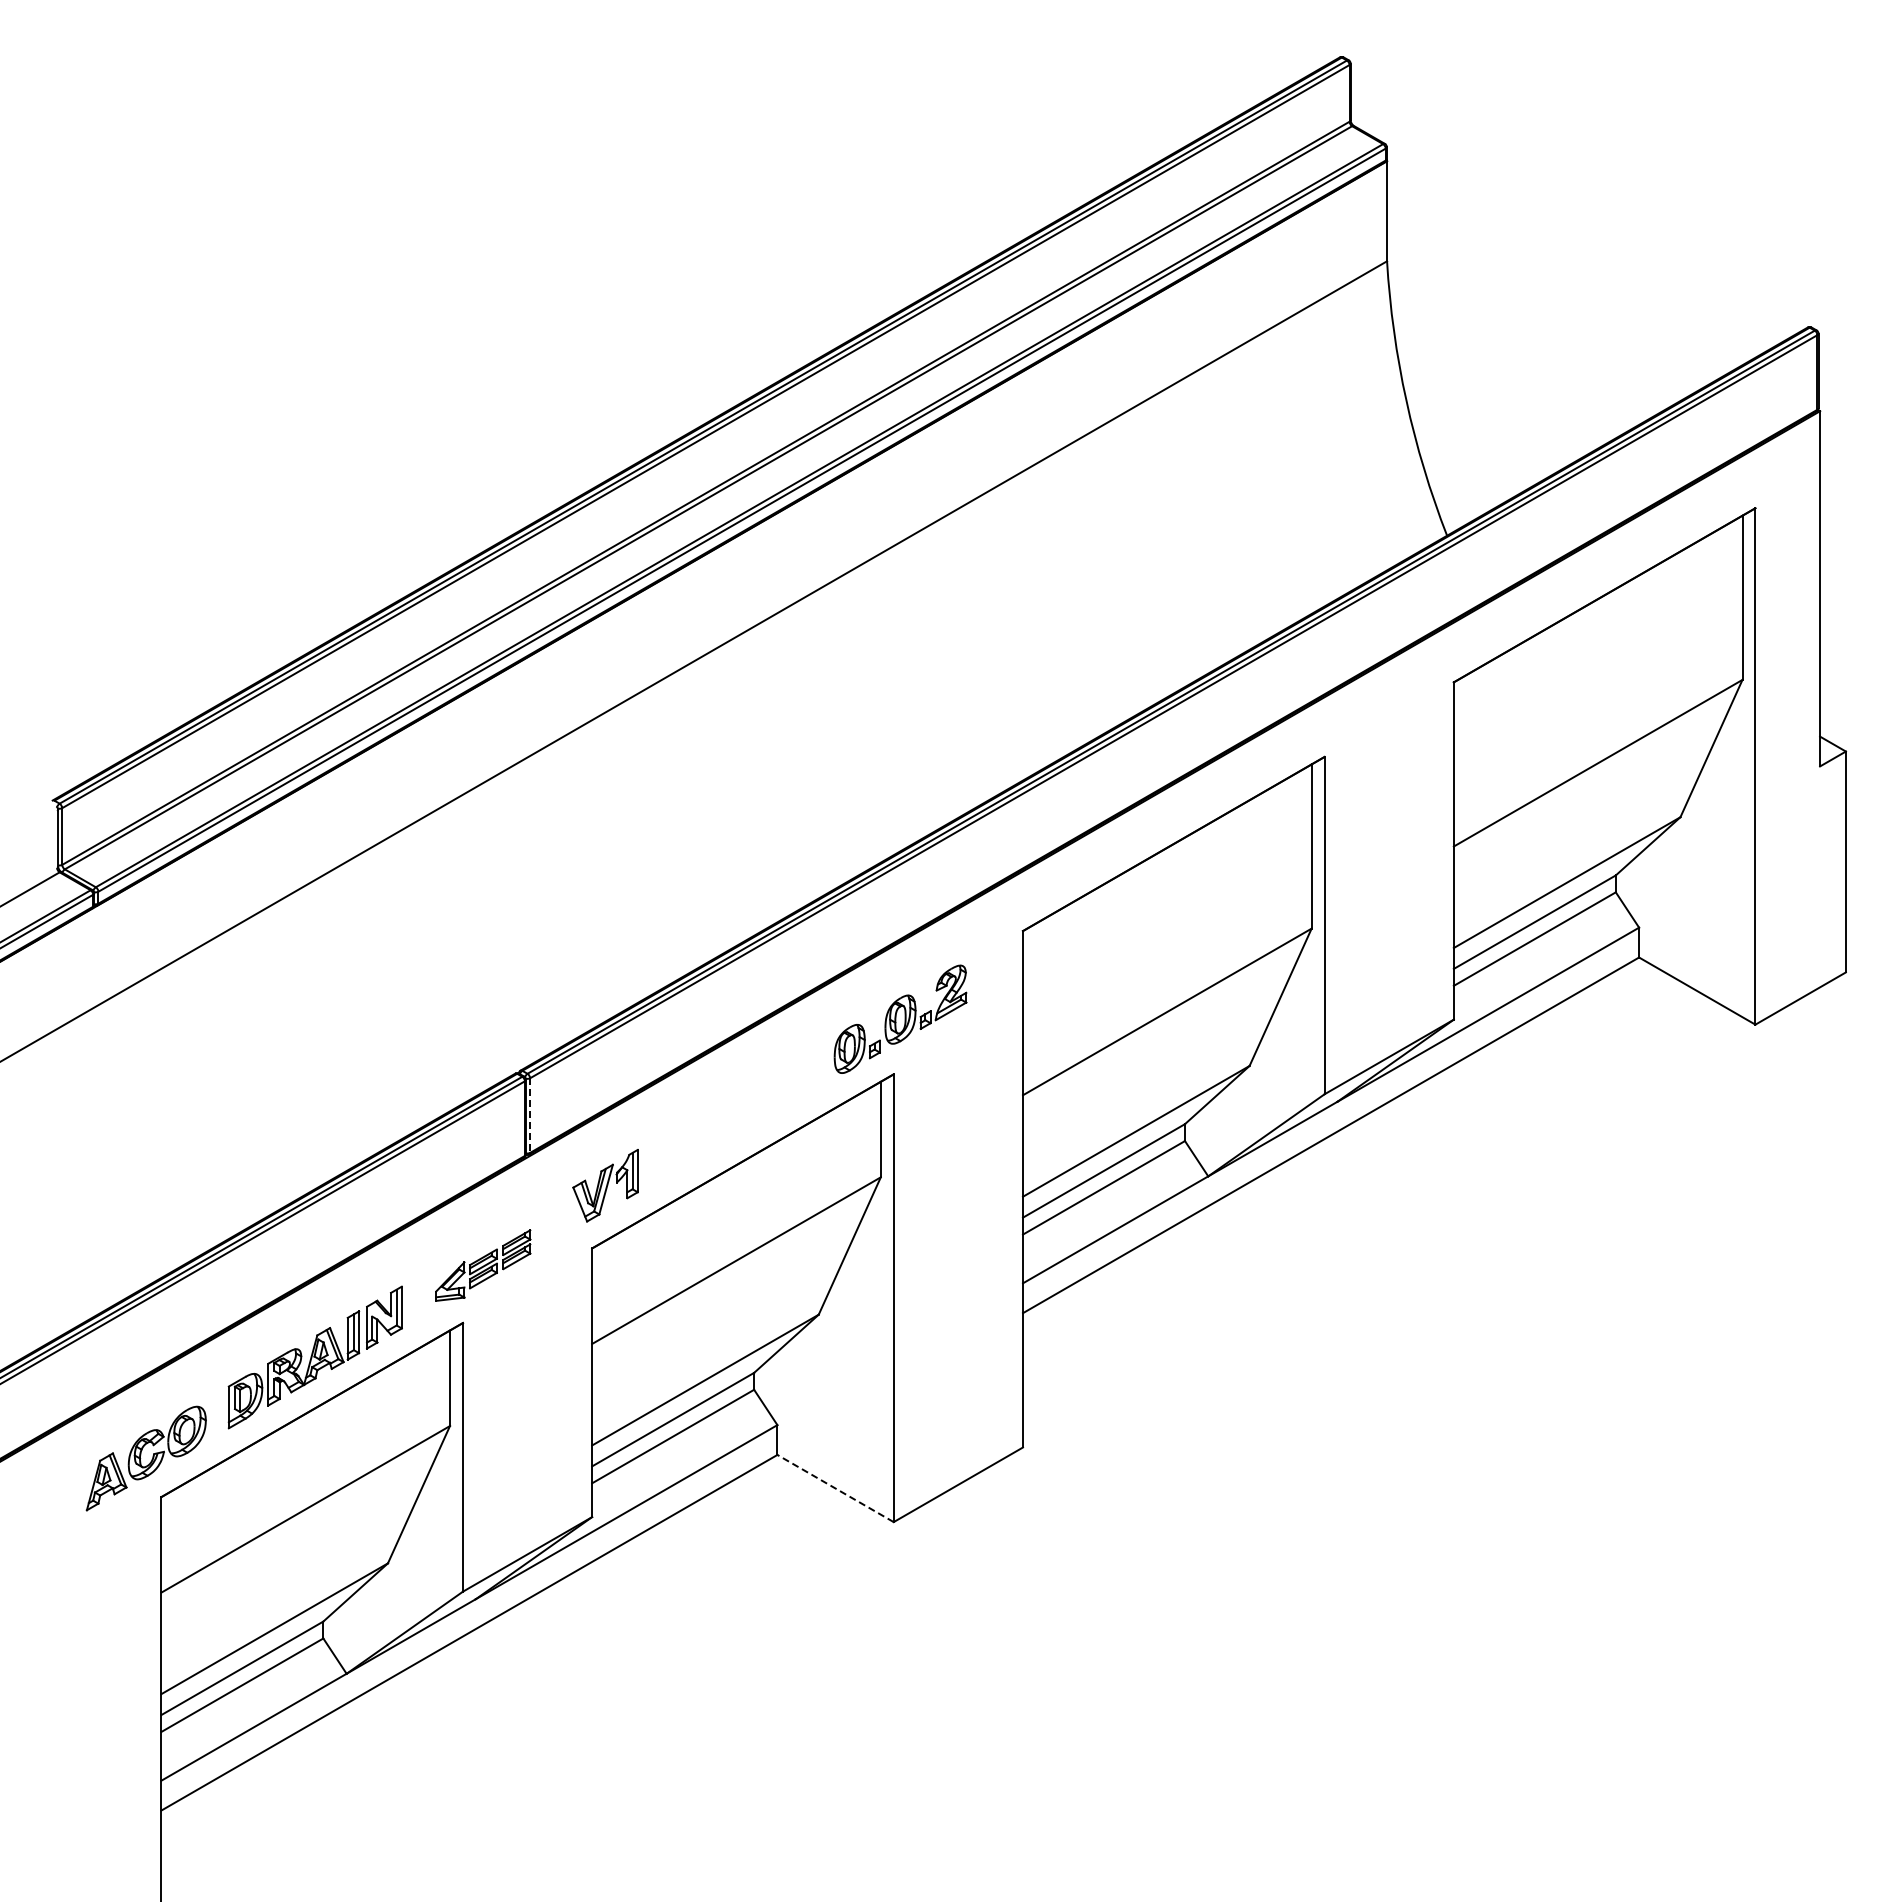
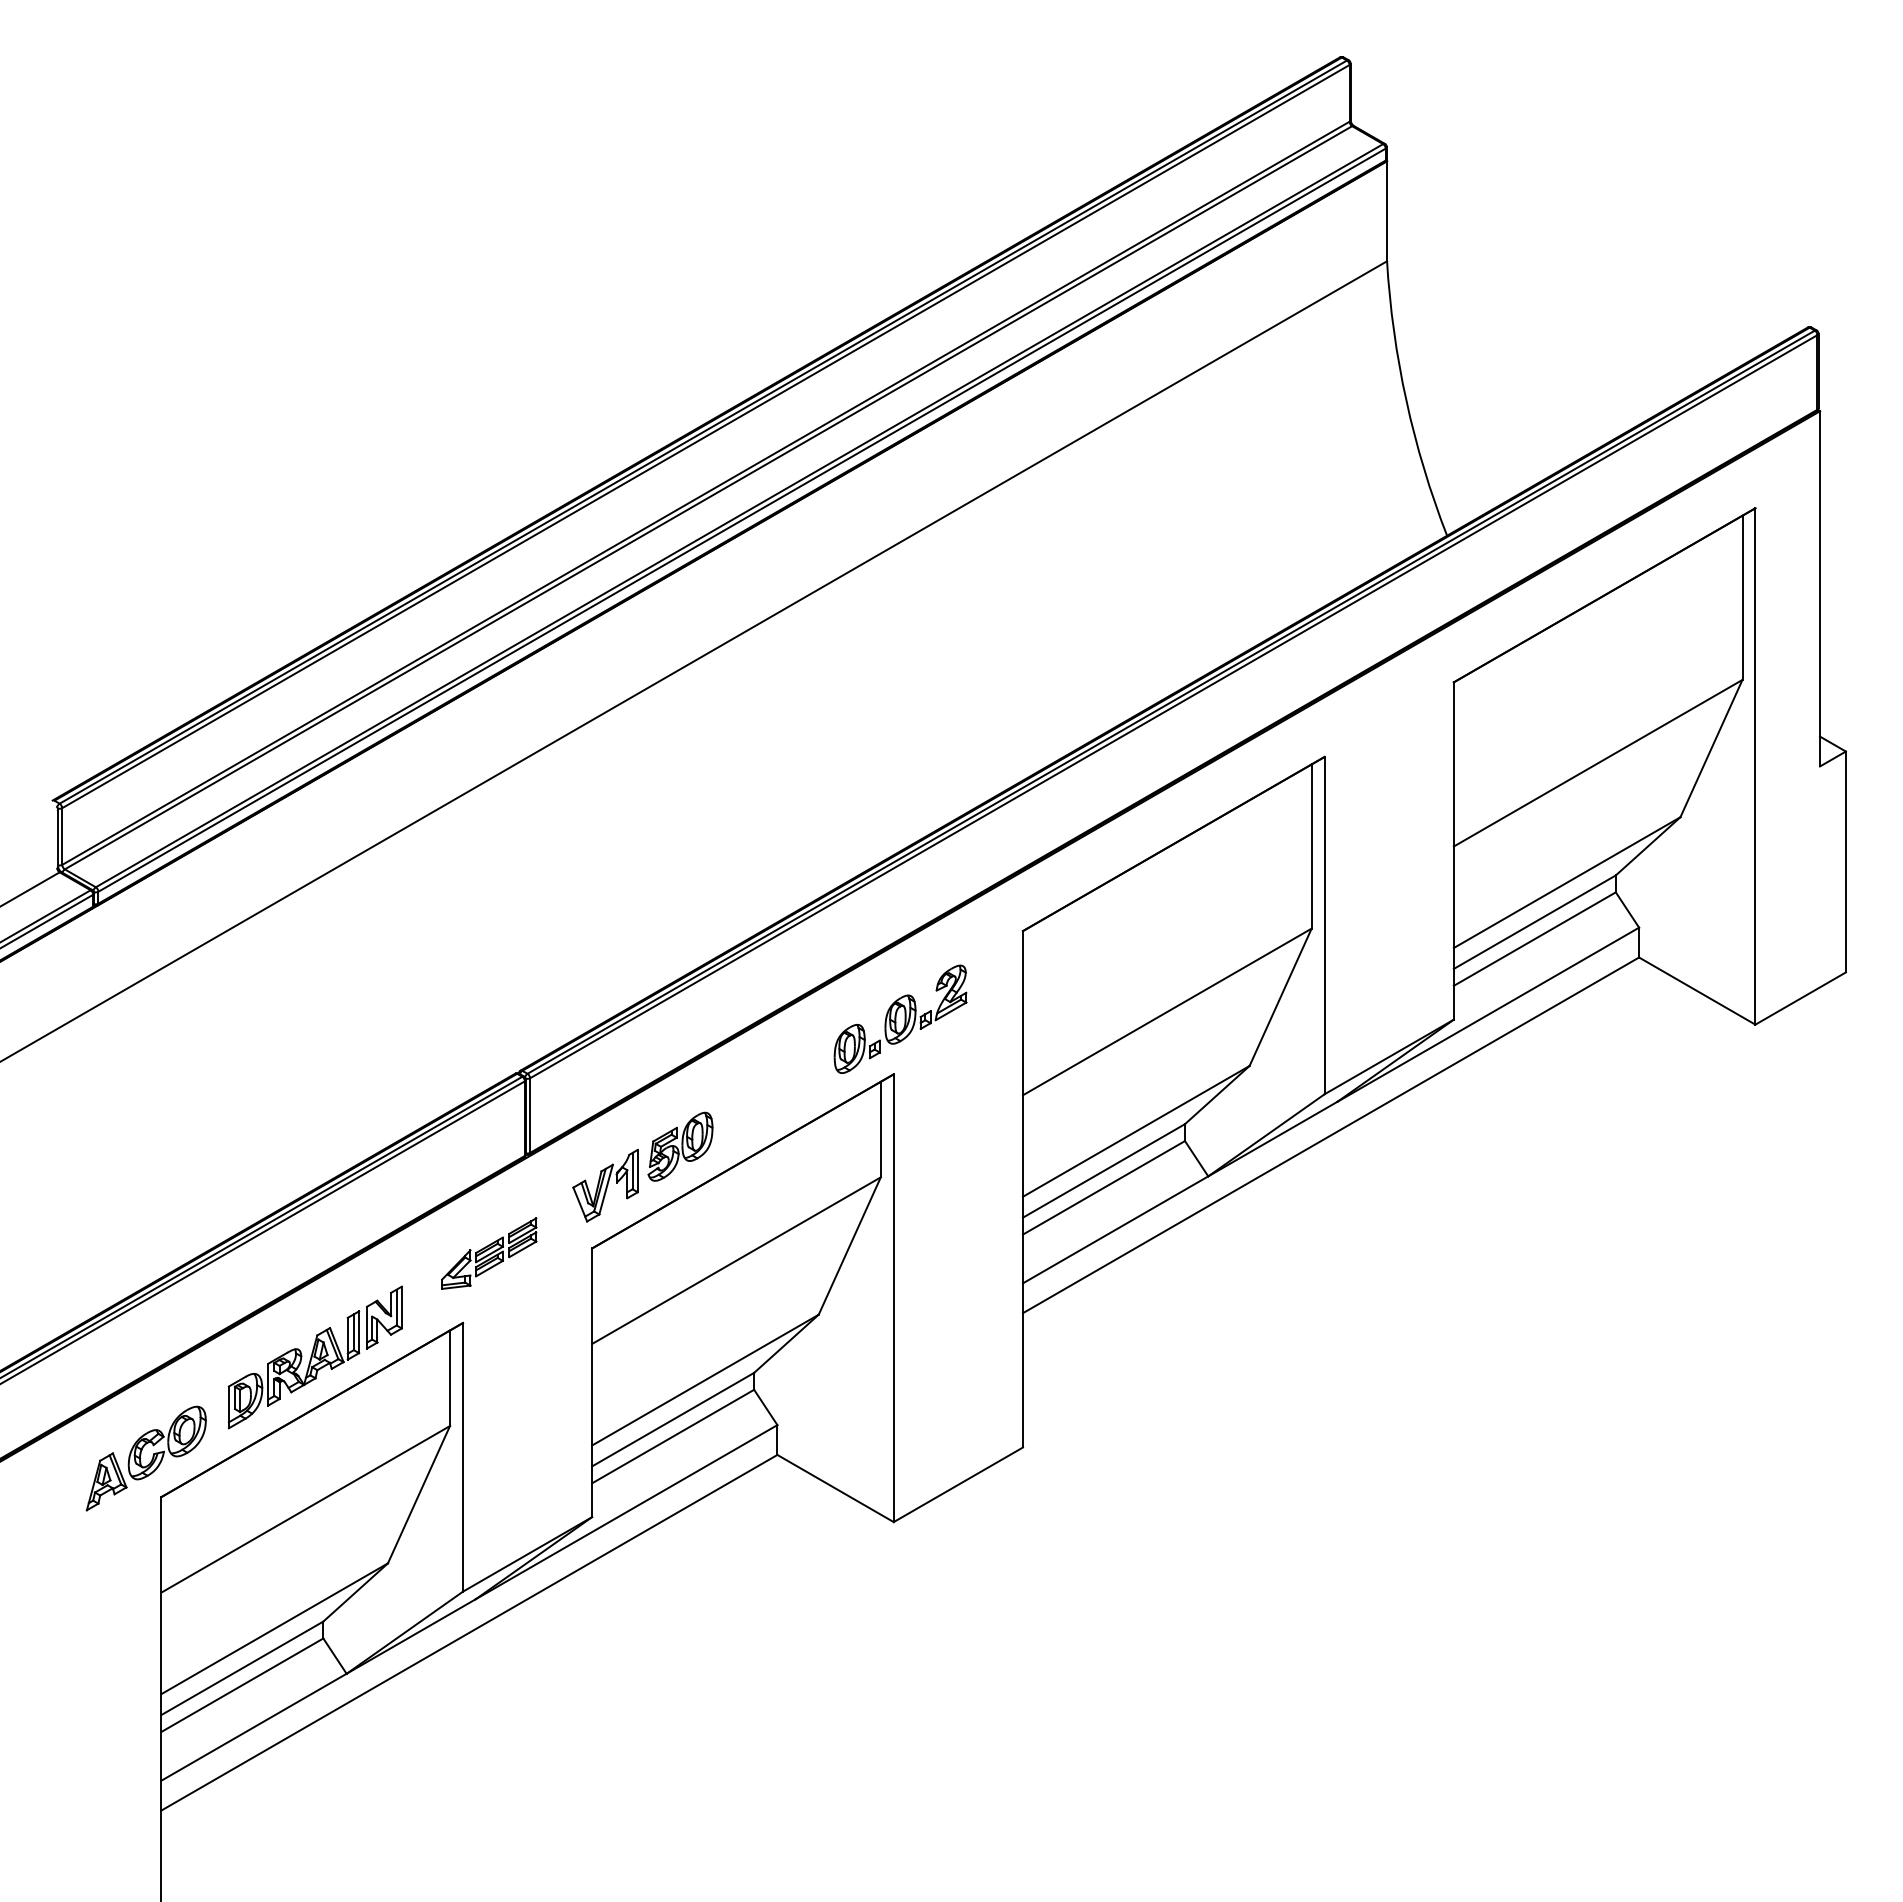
line at (530, 1116): dashed -> solid
part at (680, 1146): none -> present
part at (483, 1265) position: (483, 1265) -> (489, 1253)
line at (835, 1488): dashed -> solid
